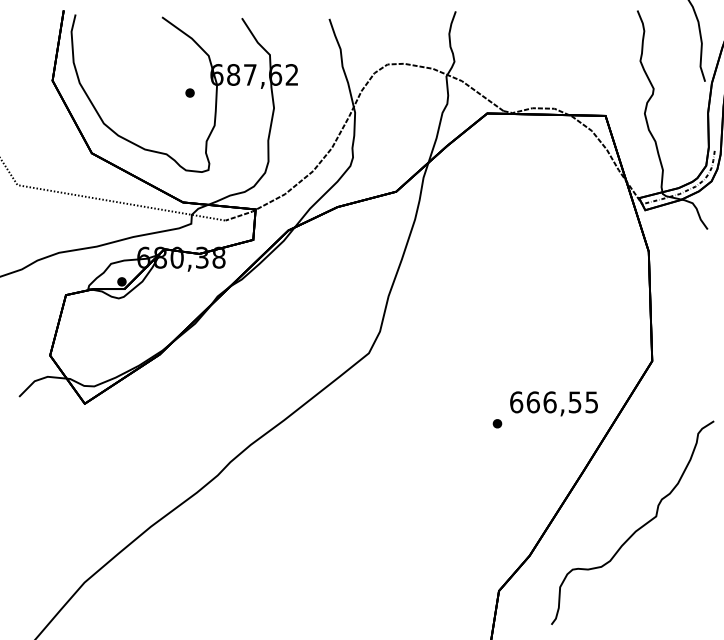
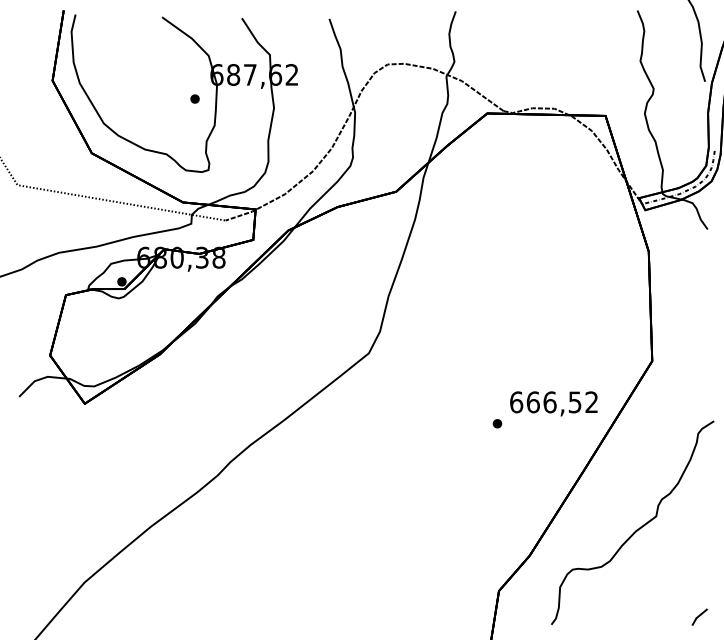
part at (189, 92) position: (189, 92) -> (194, 98)
text at (591, 402): 666,55 -> 666,52
line at (699, 616): none -> present
